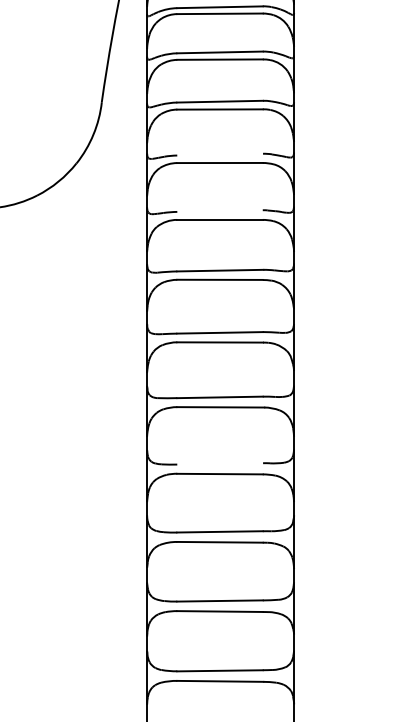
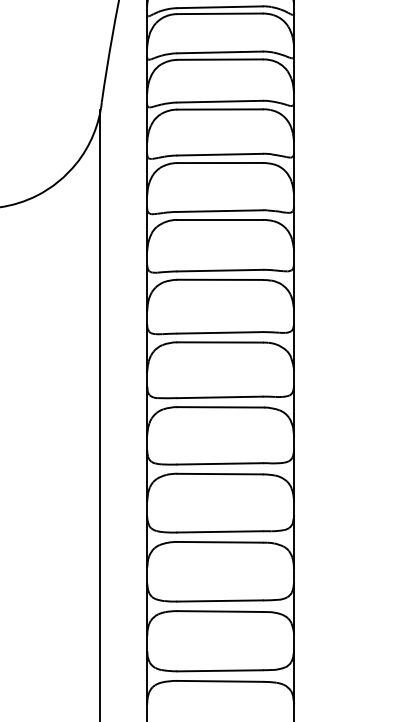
line at (220, 154): none -> present
line at (219, 210): none -> present
line at (100, 414): none -> present
line at (220, 463): none -> present
